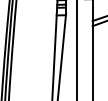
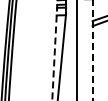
line at (54, 49): solid -> dashed
line at (92, 50): solid -> dashed
